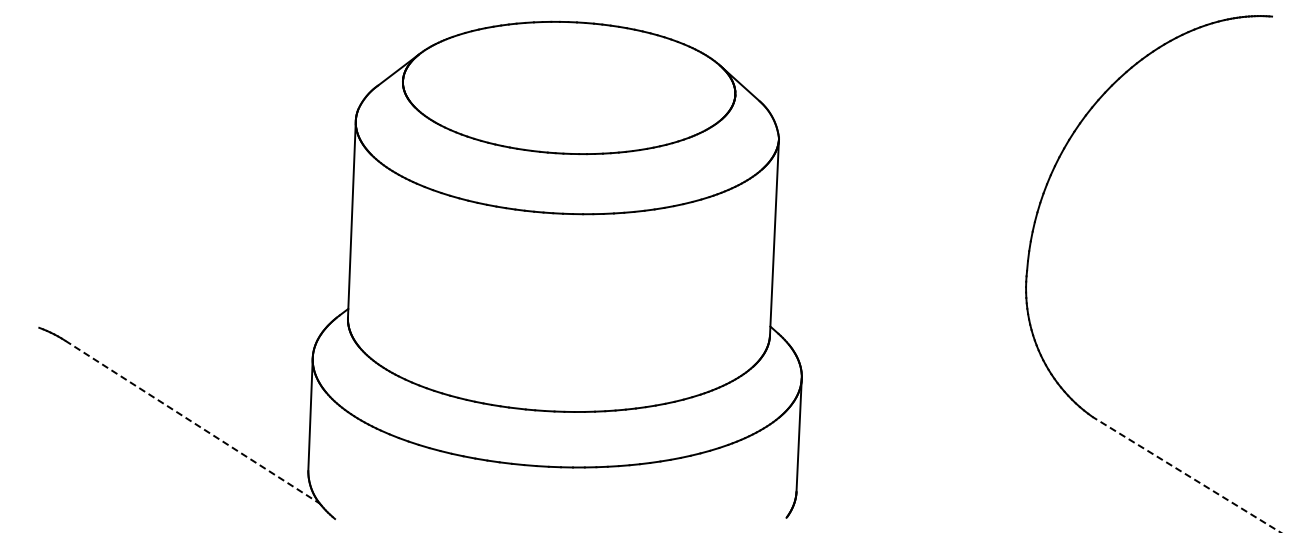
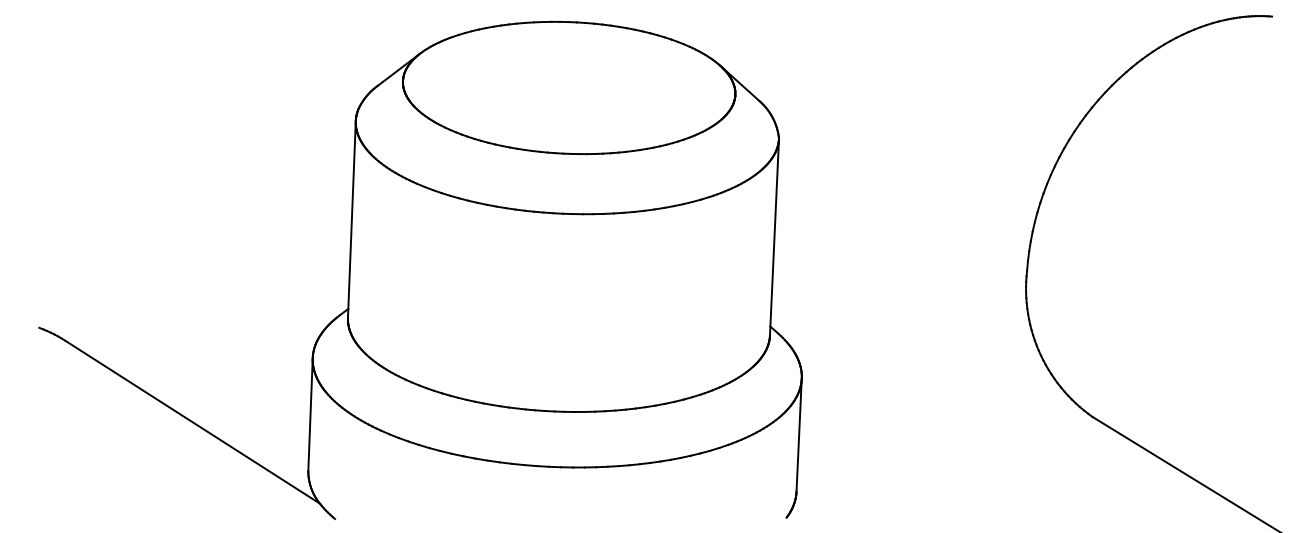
line at (193, 422): dashed -> solid
line at (1186, 474): dashed -> solid
